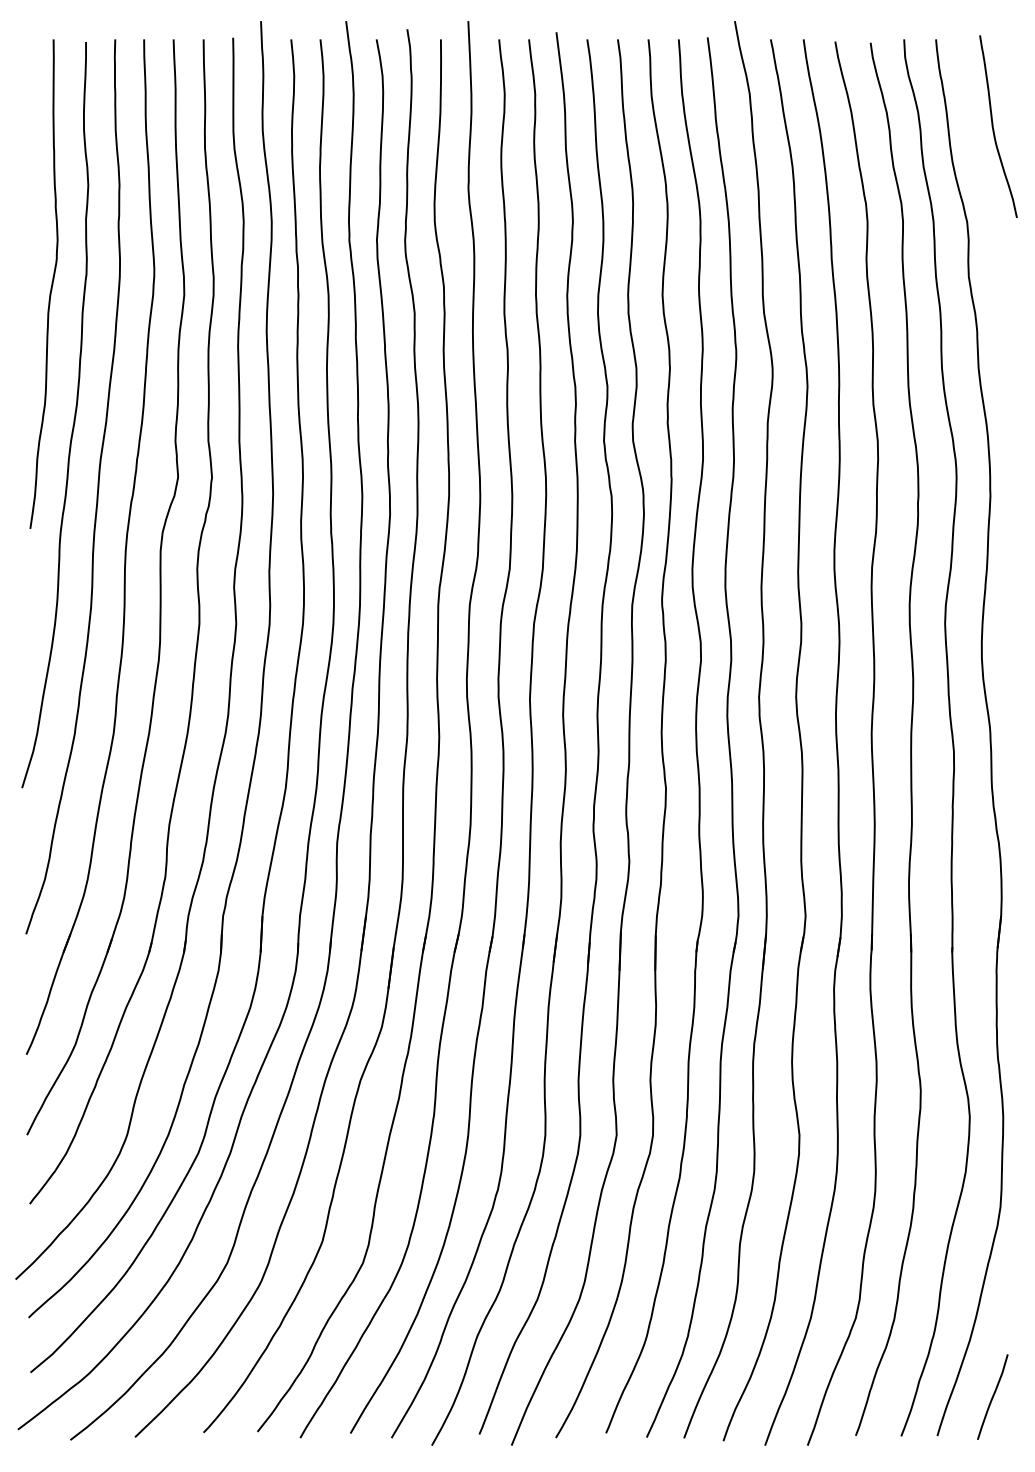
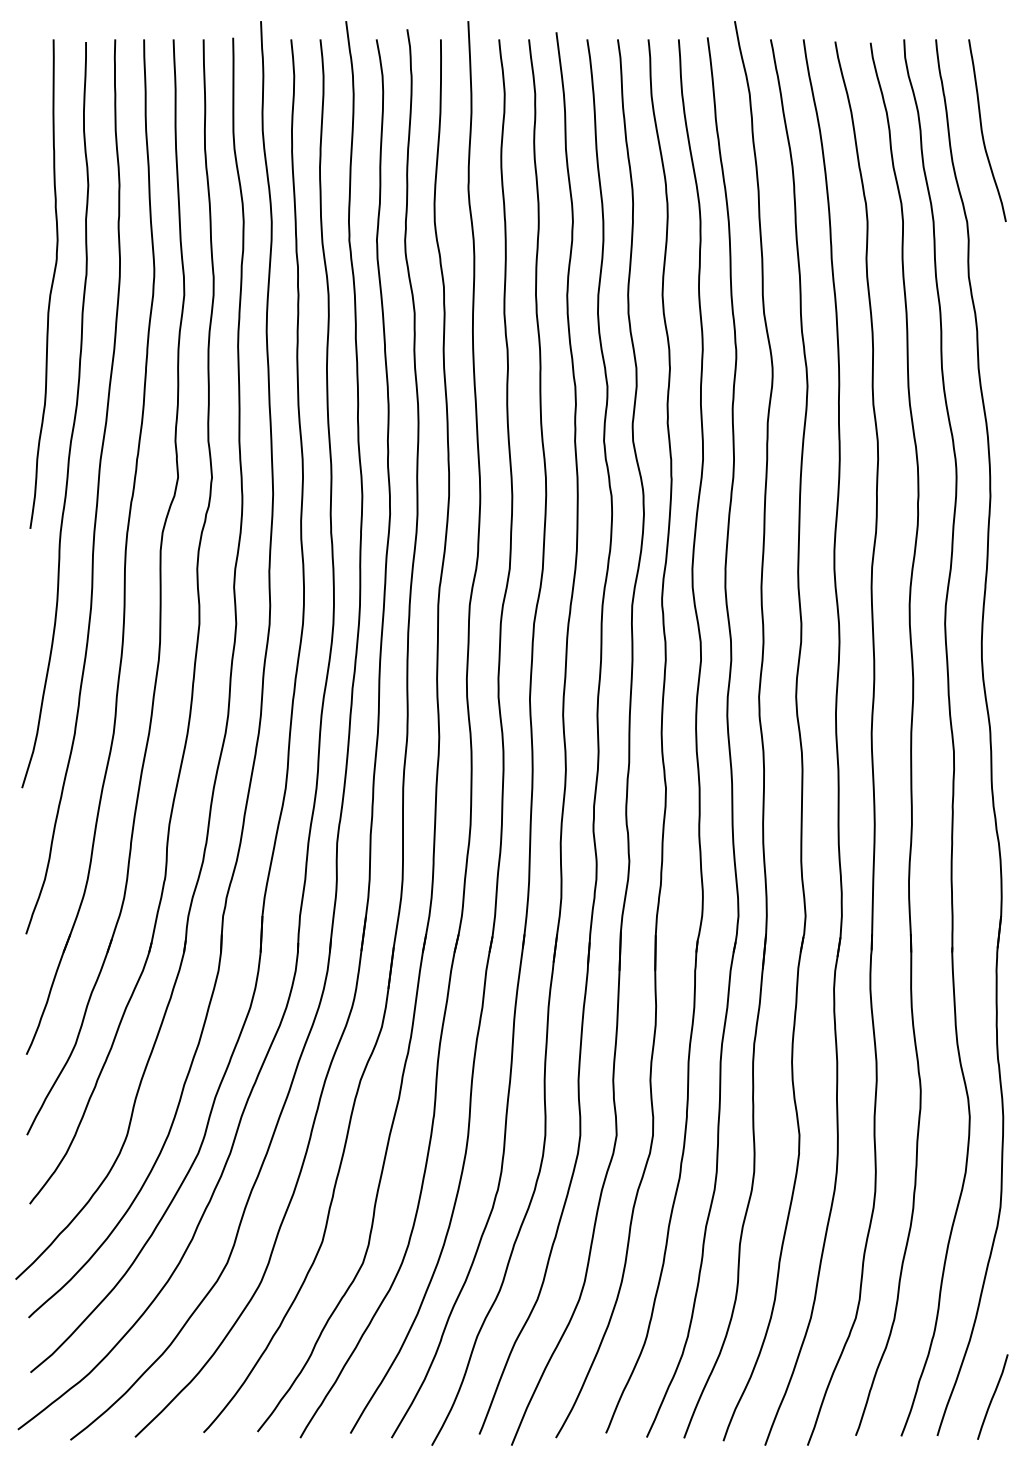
curve at (993, 126) position: (993, 126) -> (982, 130)
